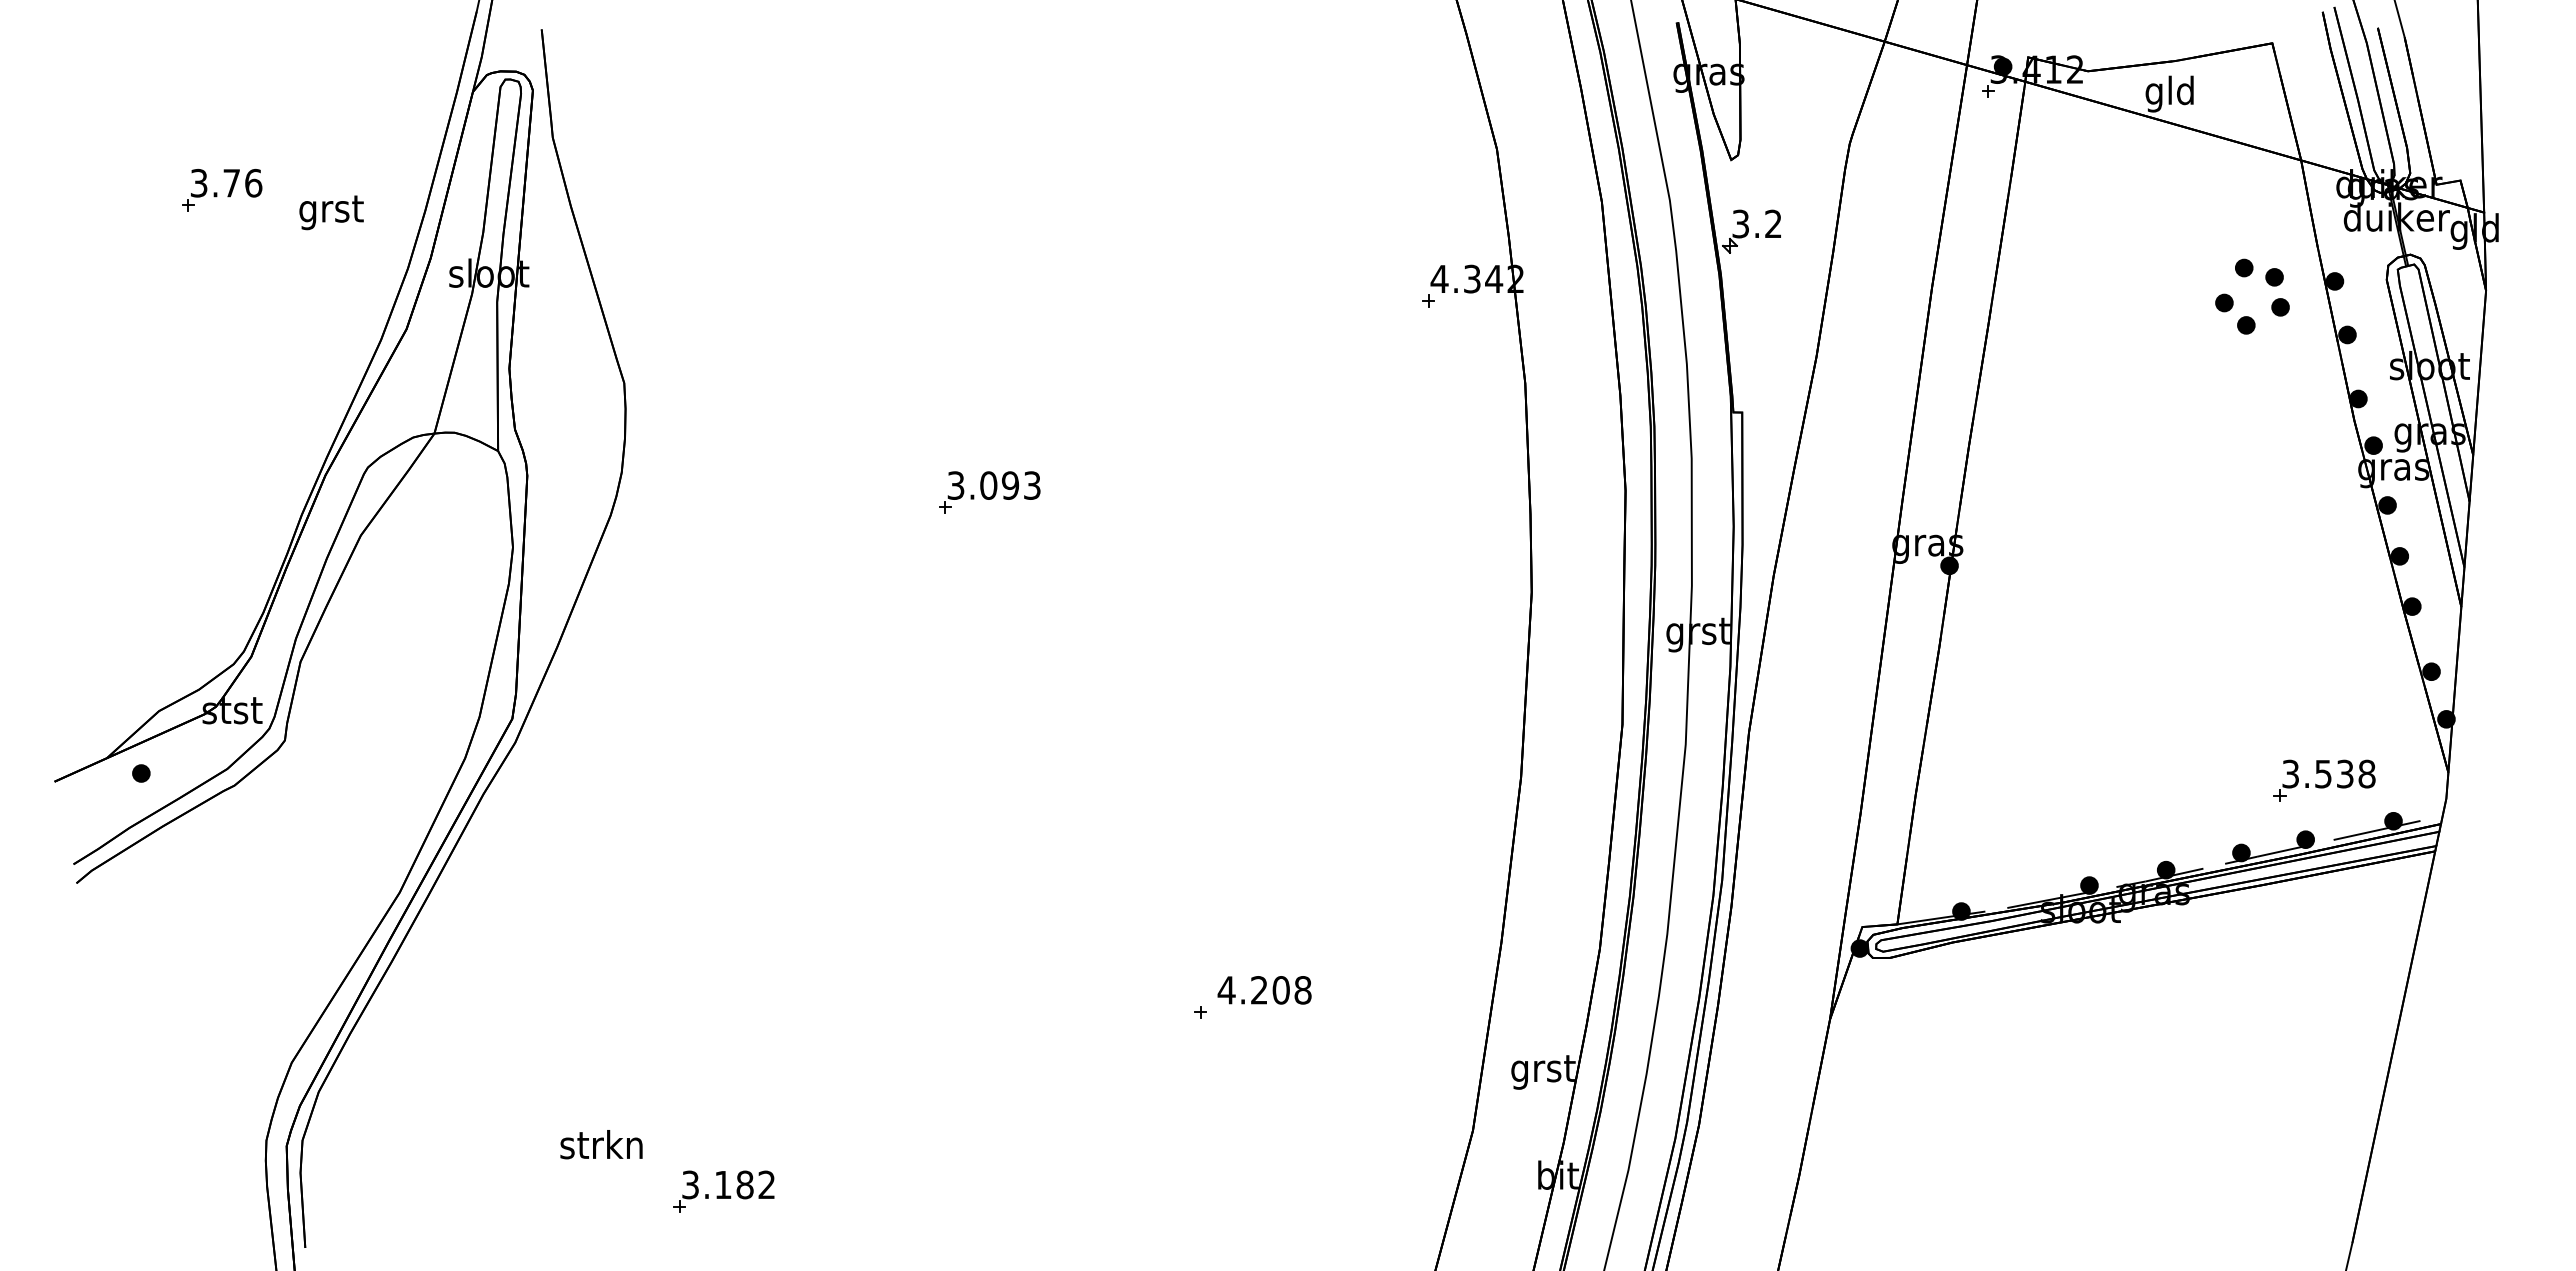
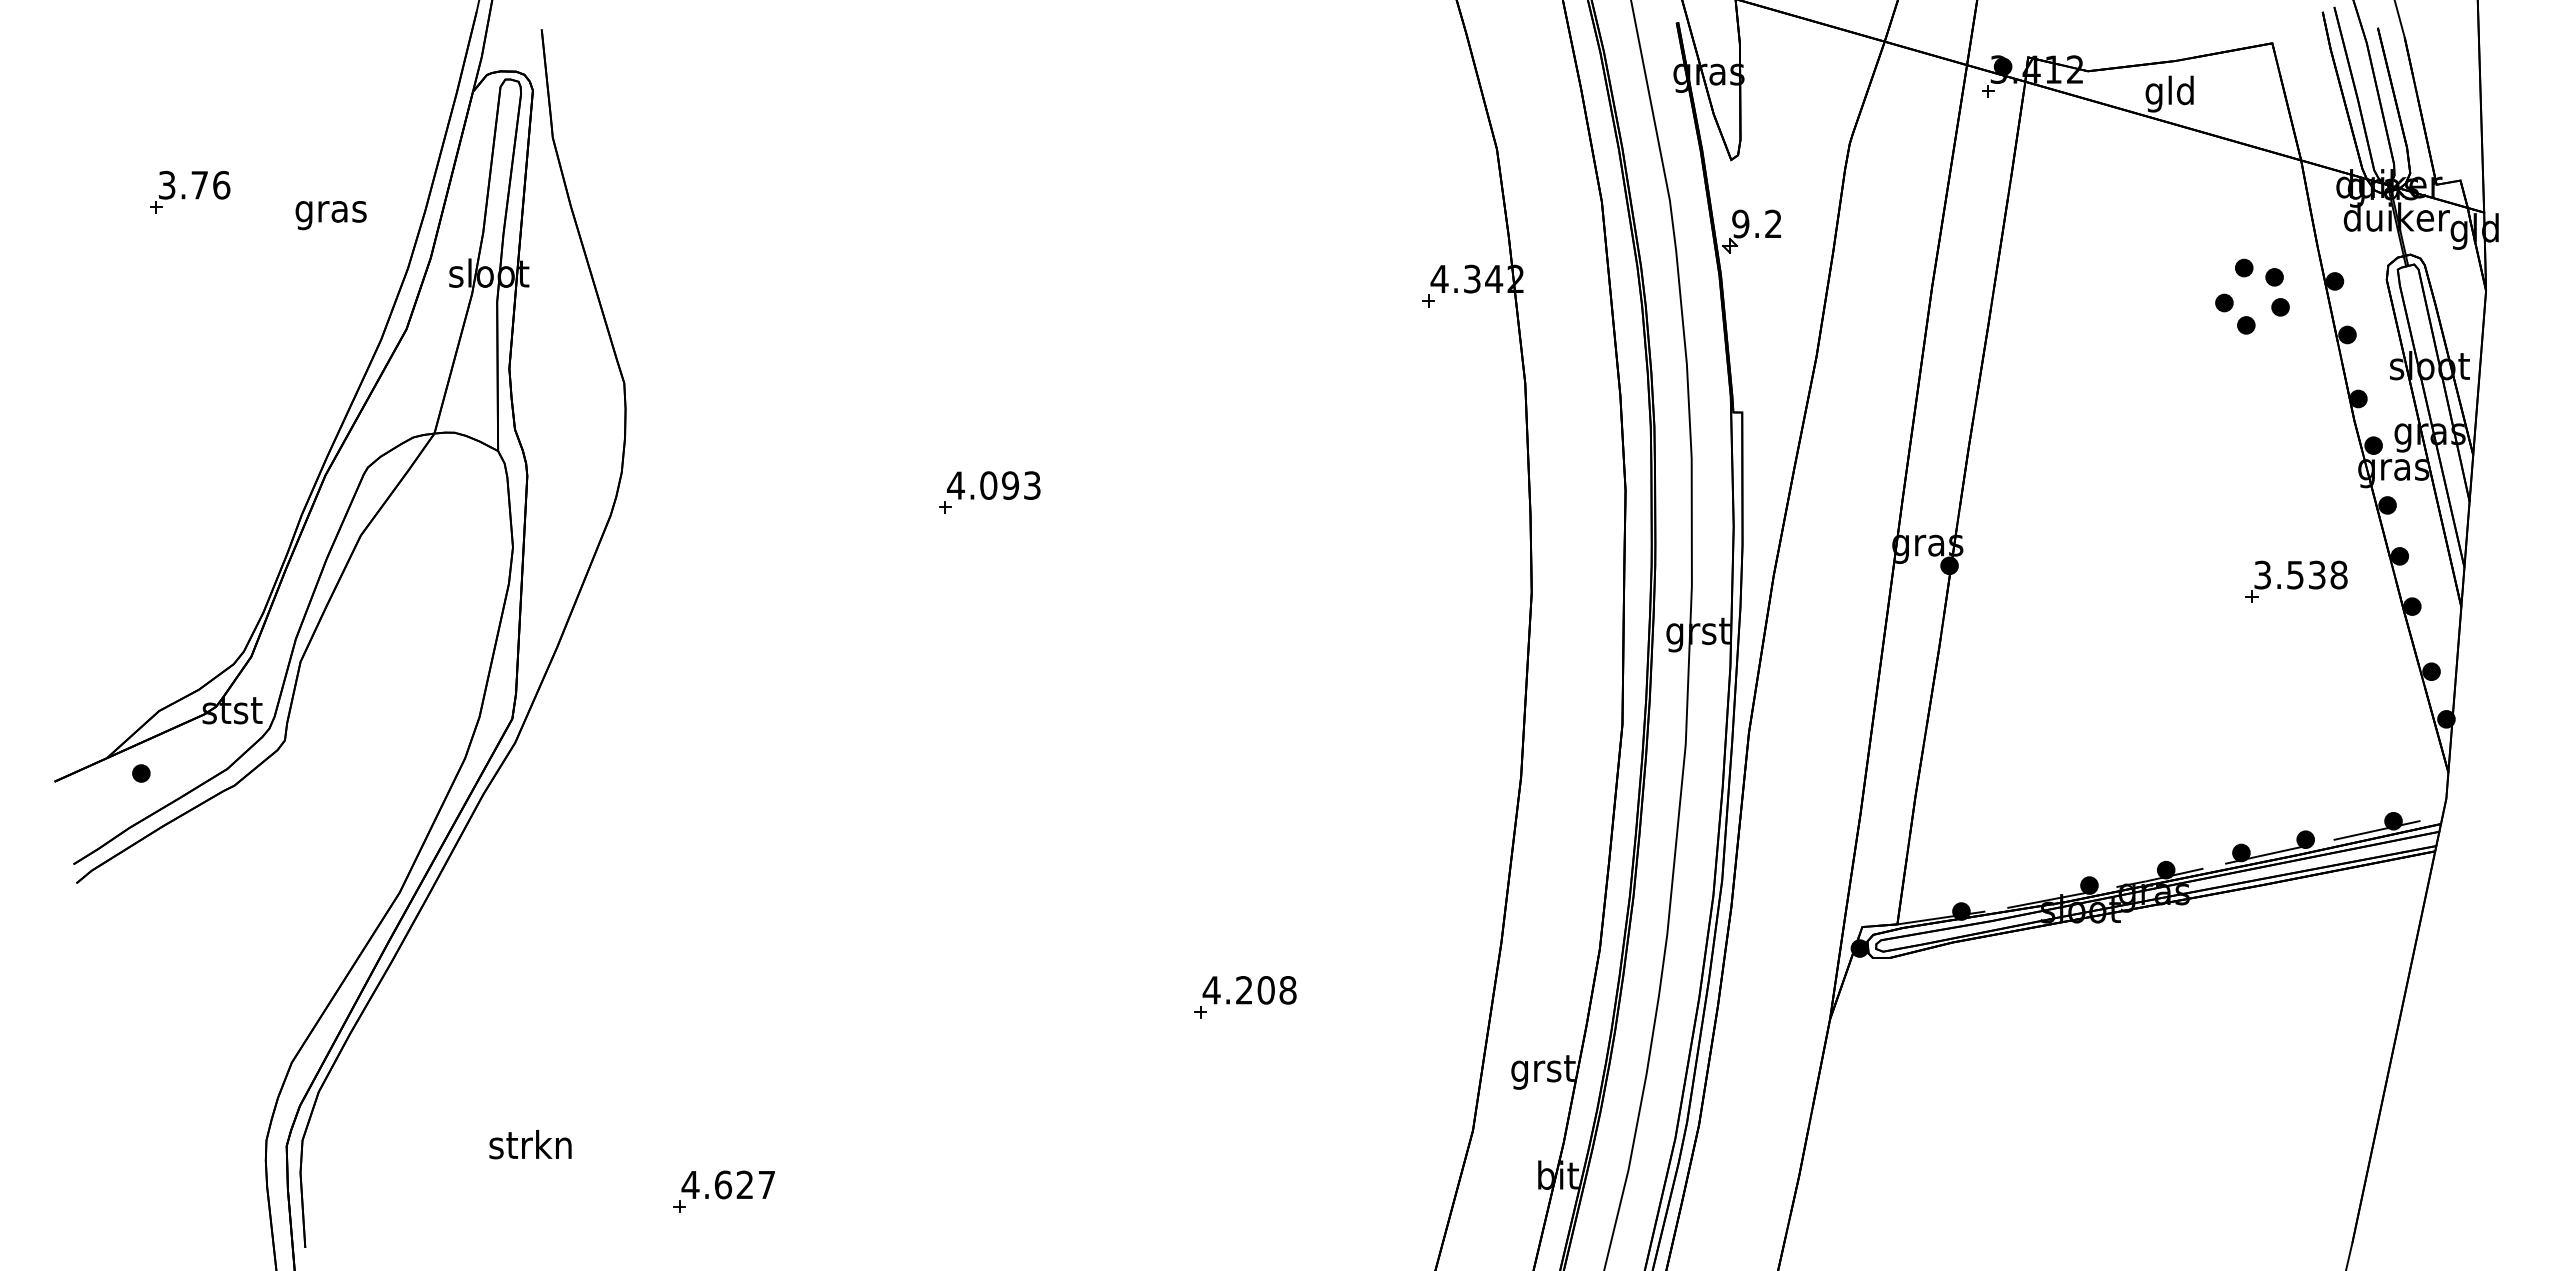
part at (222, 190) position: (222, 190) -> (190, 192)
text at (330, 212): grst -> gras
text at (1740, 223): 3.2 -> 9.2
text at (955, 485): 3.093 -> 4.093
part at (2324, 780) position: (2324, 780) -> (2296, 581)
text at (1264, 990) position: (1264, 990) -> (1249, 990)
text at (601, 1144) position: (601, 1144) -> (530, 1144)
text at (727, 1184): 3.182 -> 4.627
